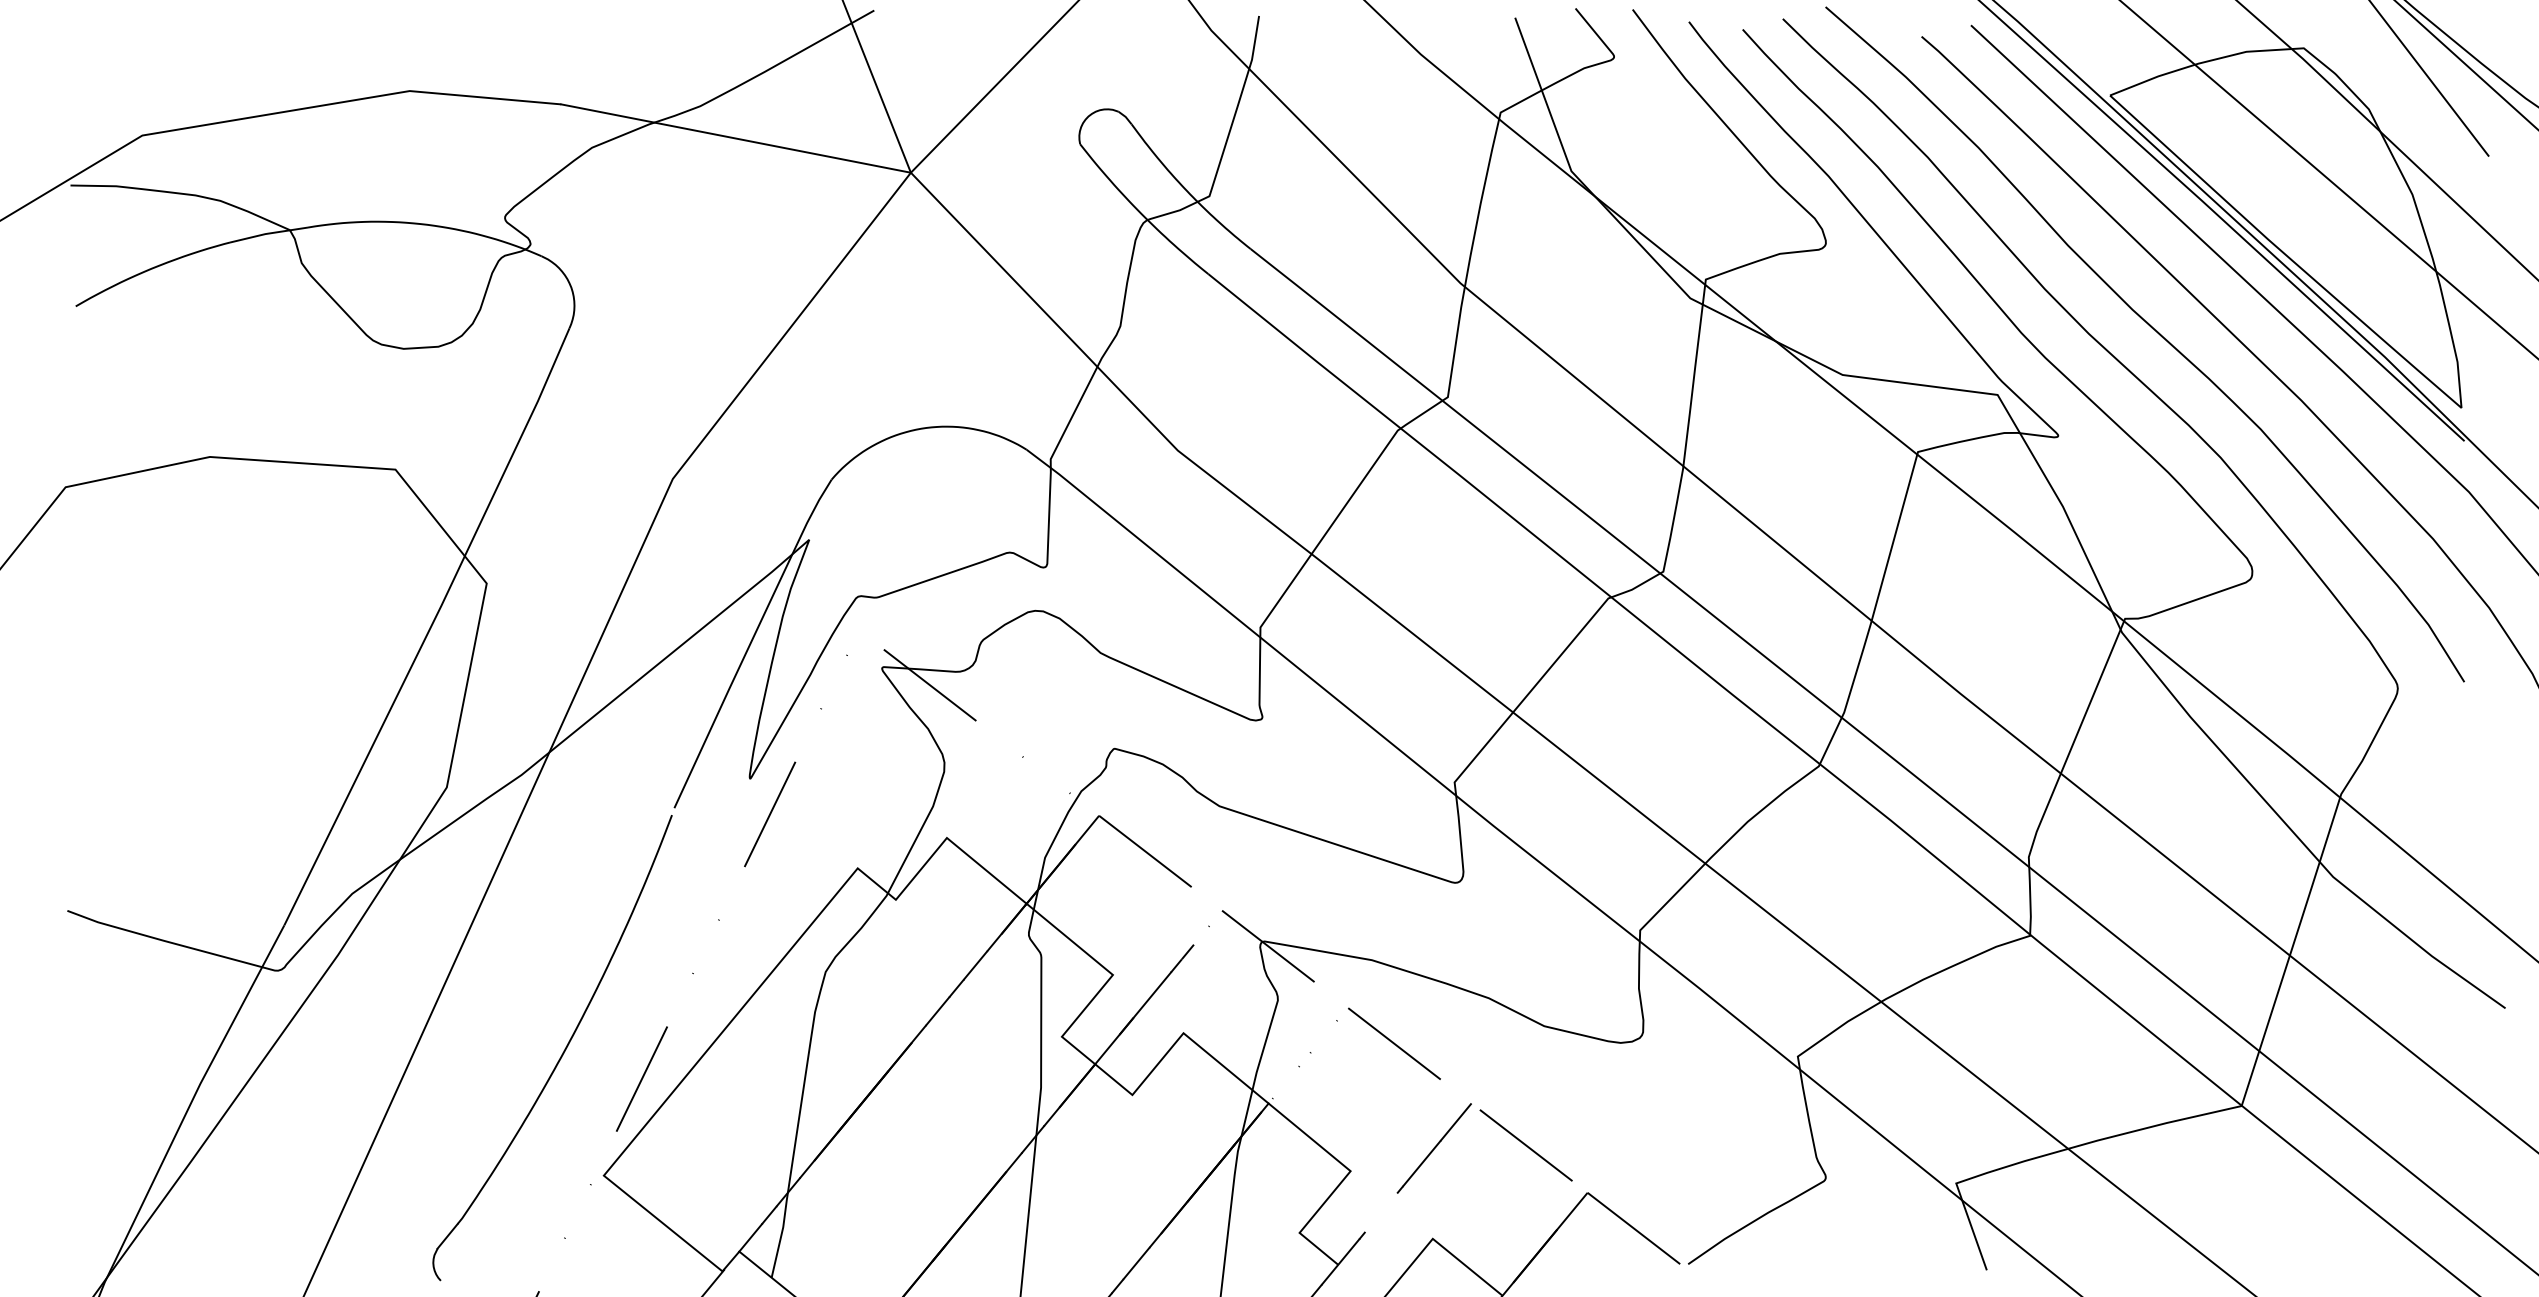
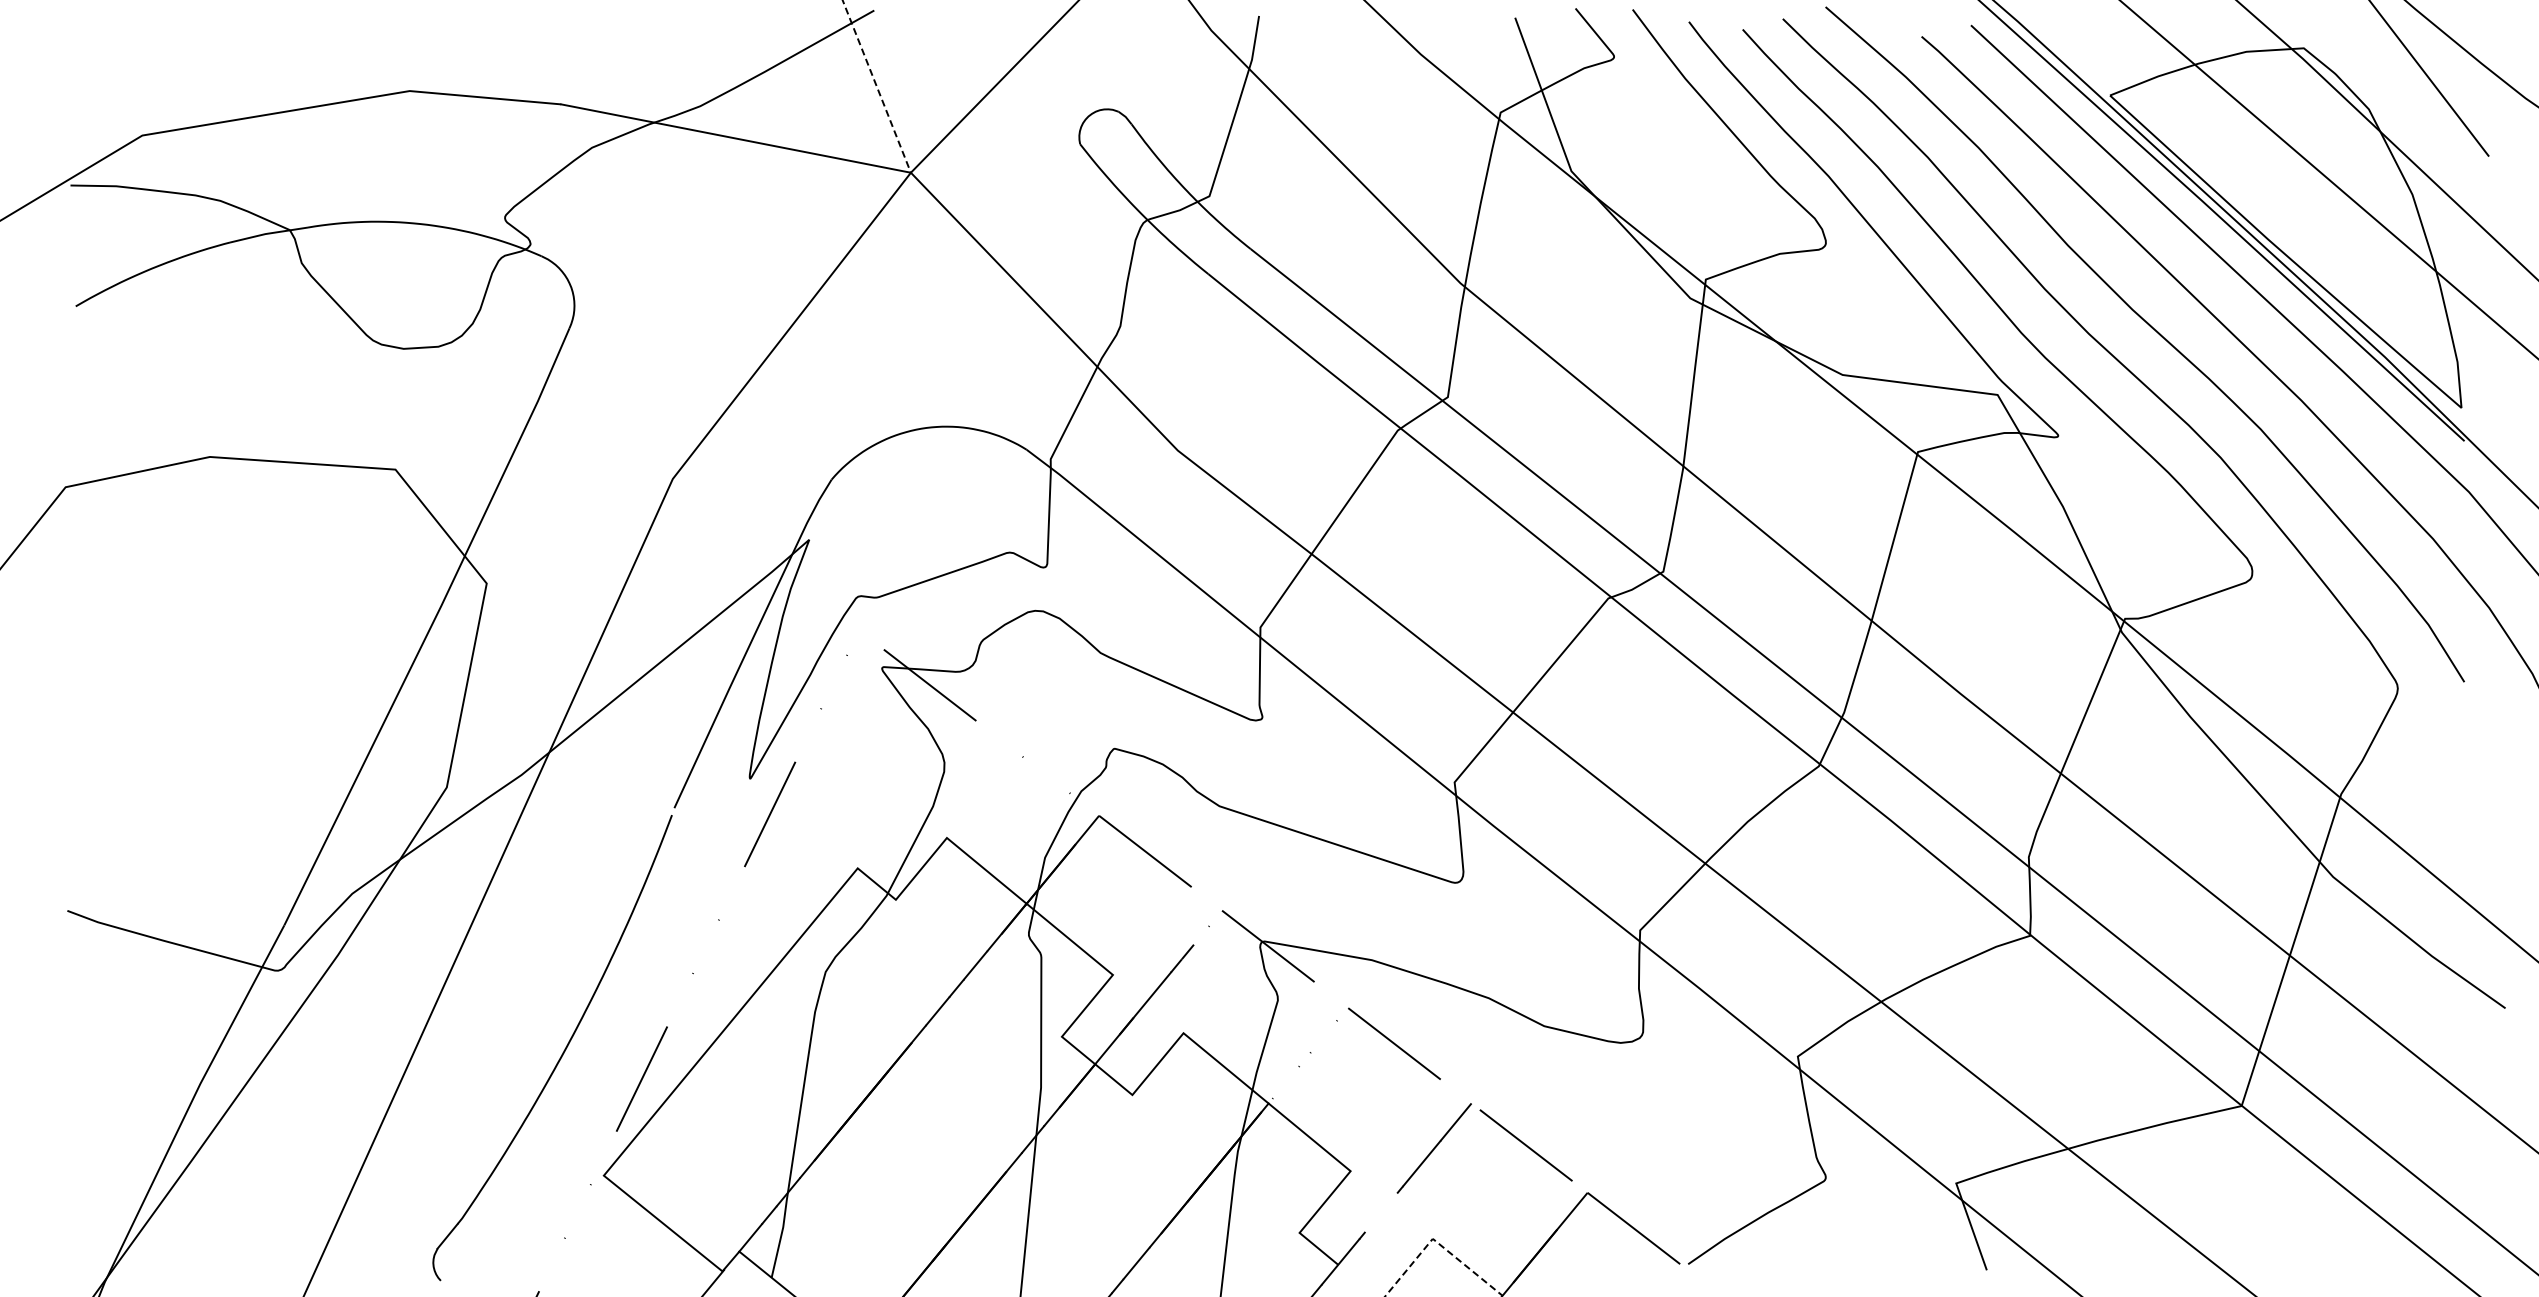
line at (2465, 64): present -> none
line at (876, 86): solid -> dashed
line at (1438, 1243): solid -> dashed
